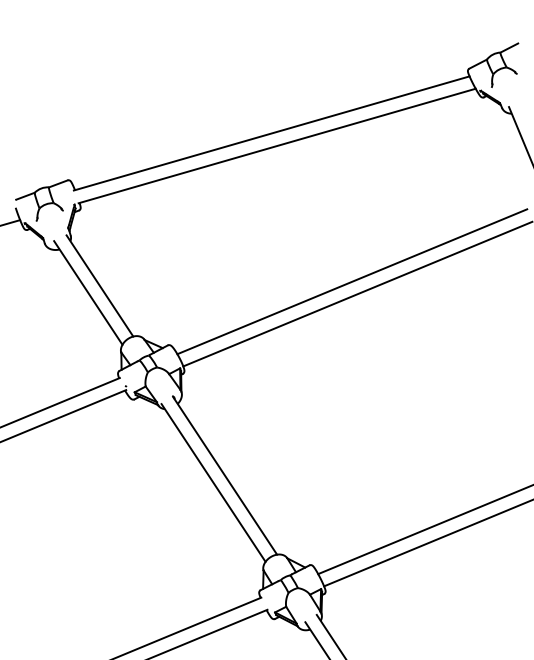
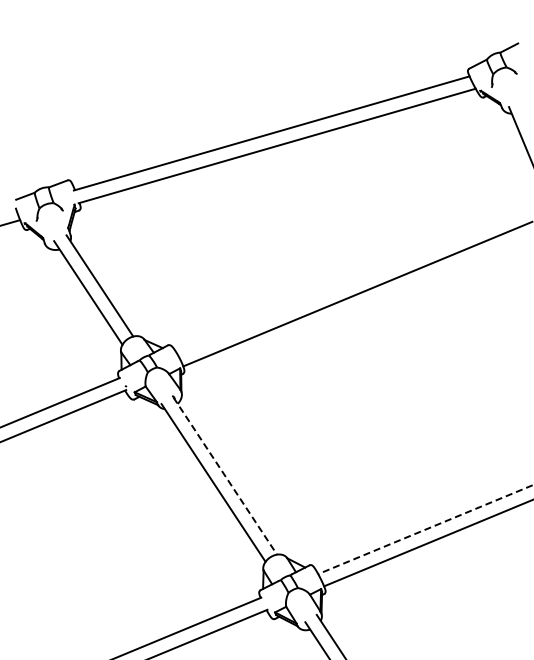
line at (352, 281): present -> none
line at (225, 476): solid -> dashed
line at (426, 529): solid -> dashed
